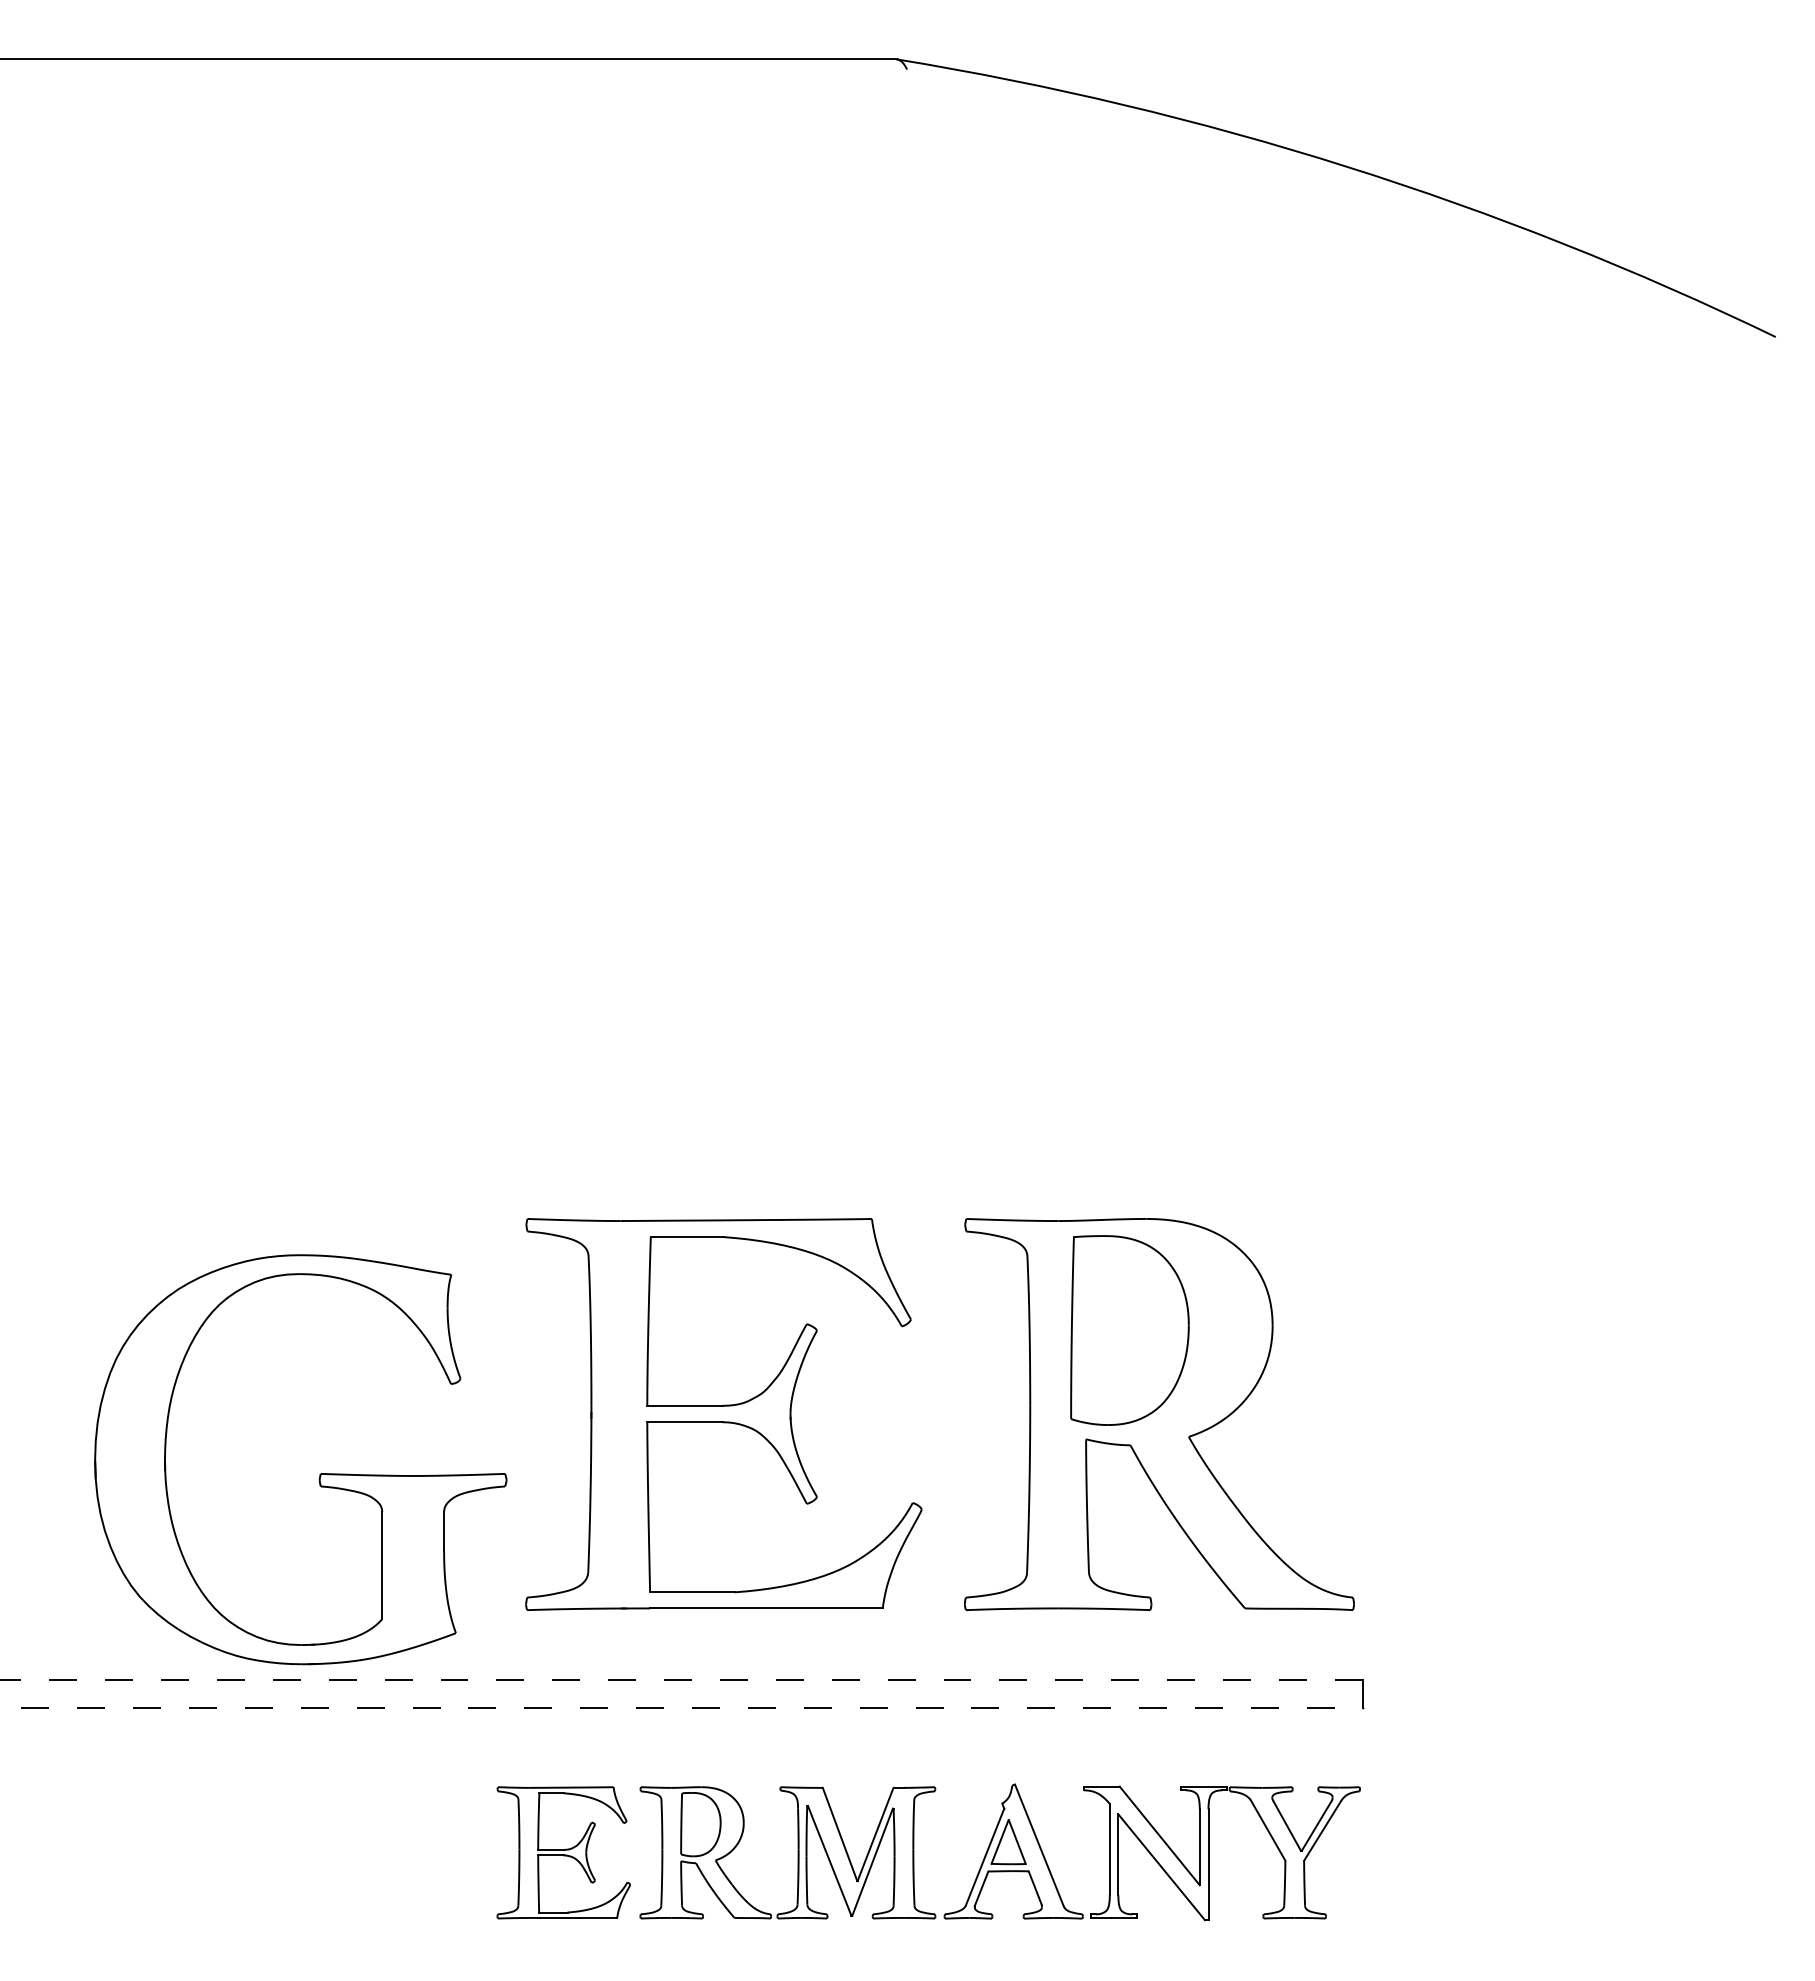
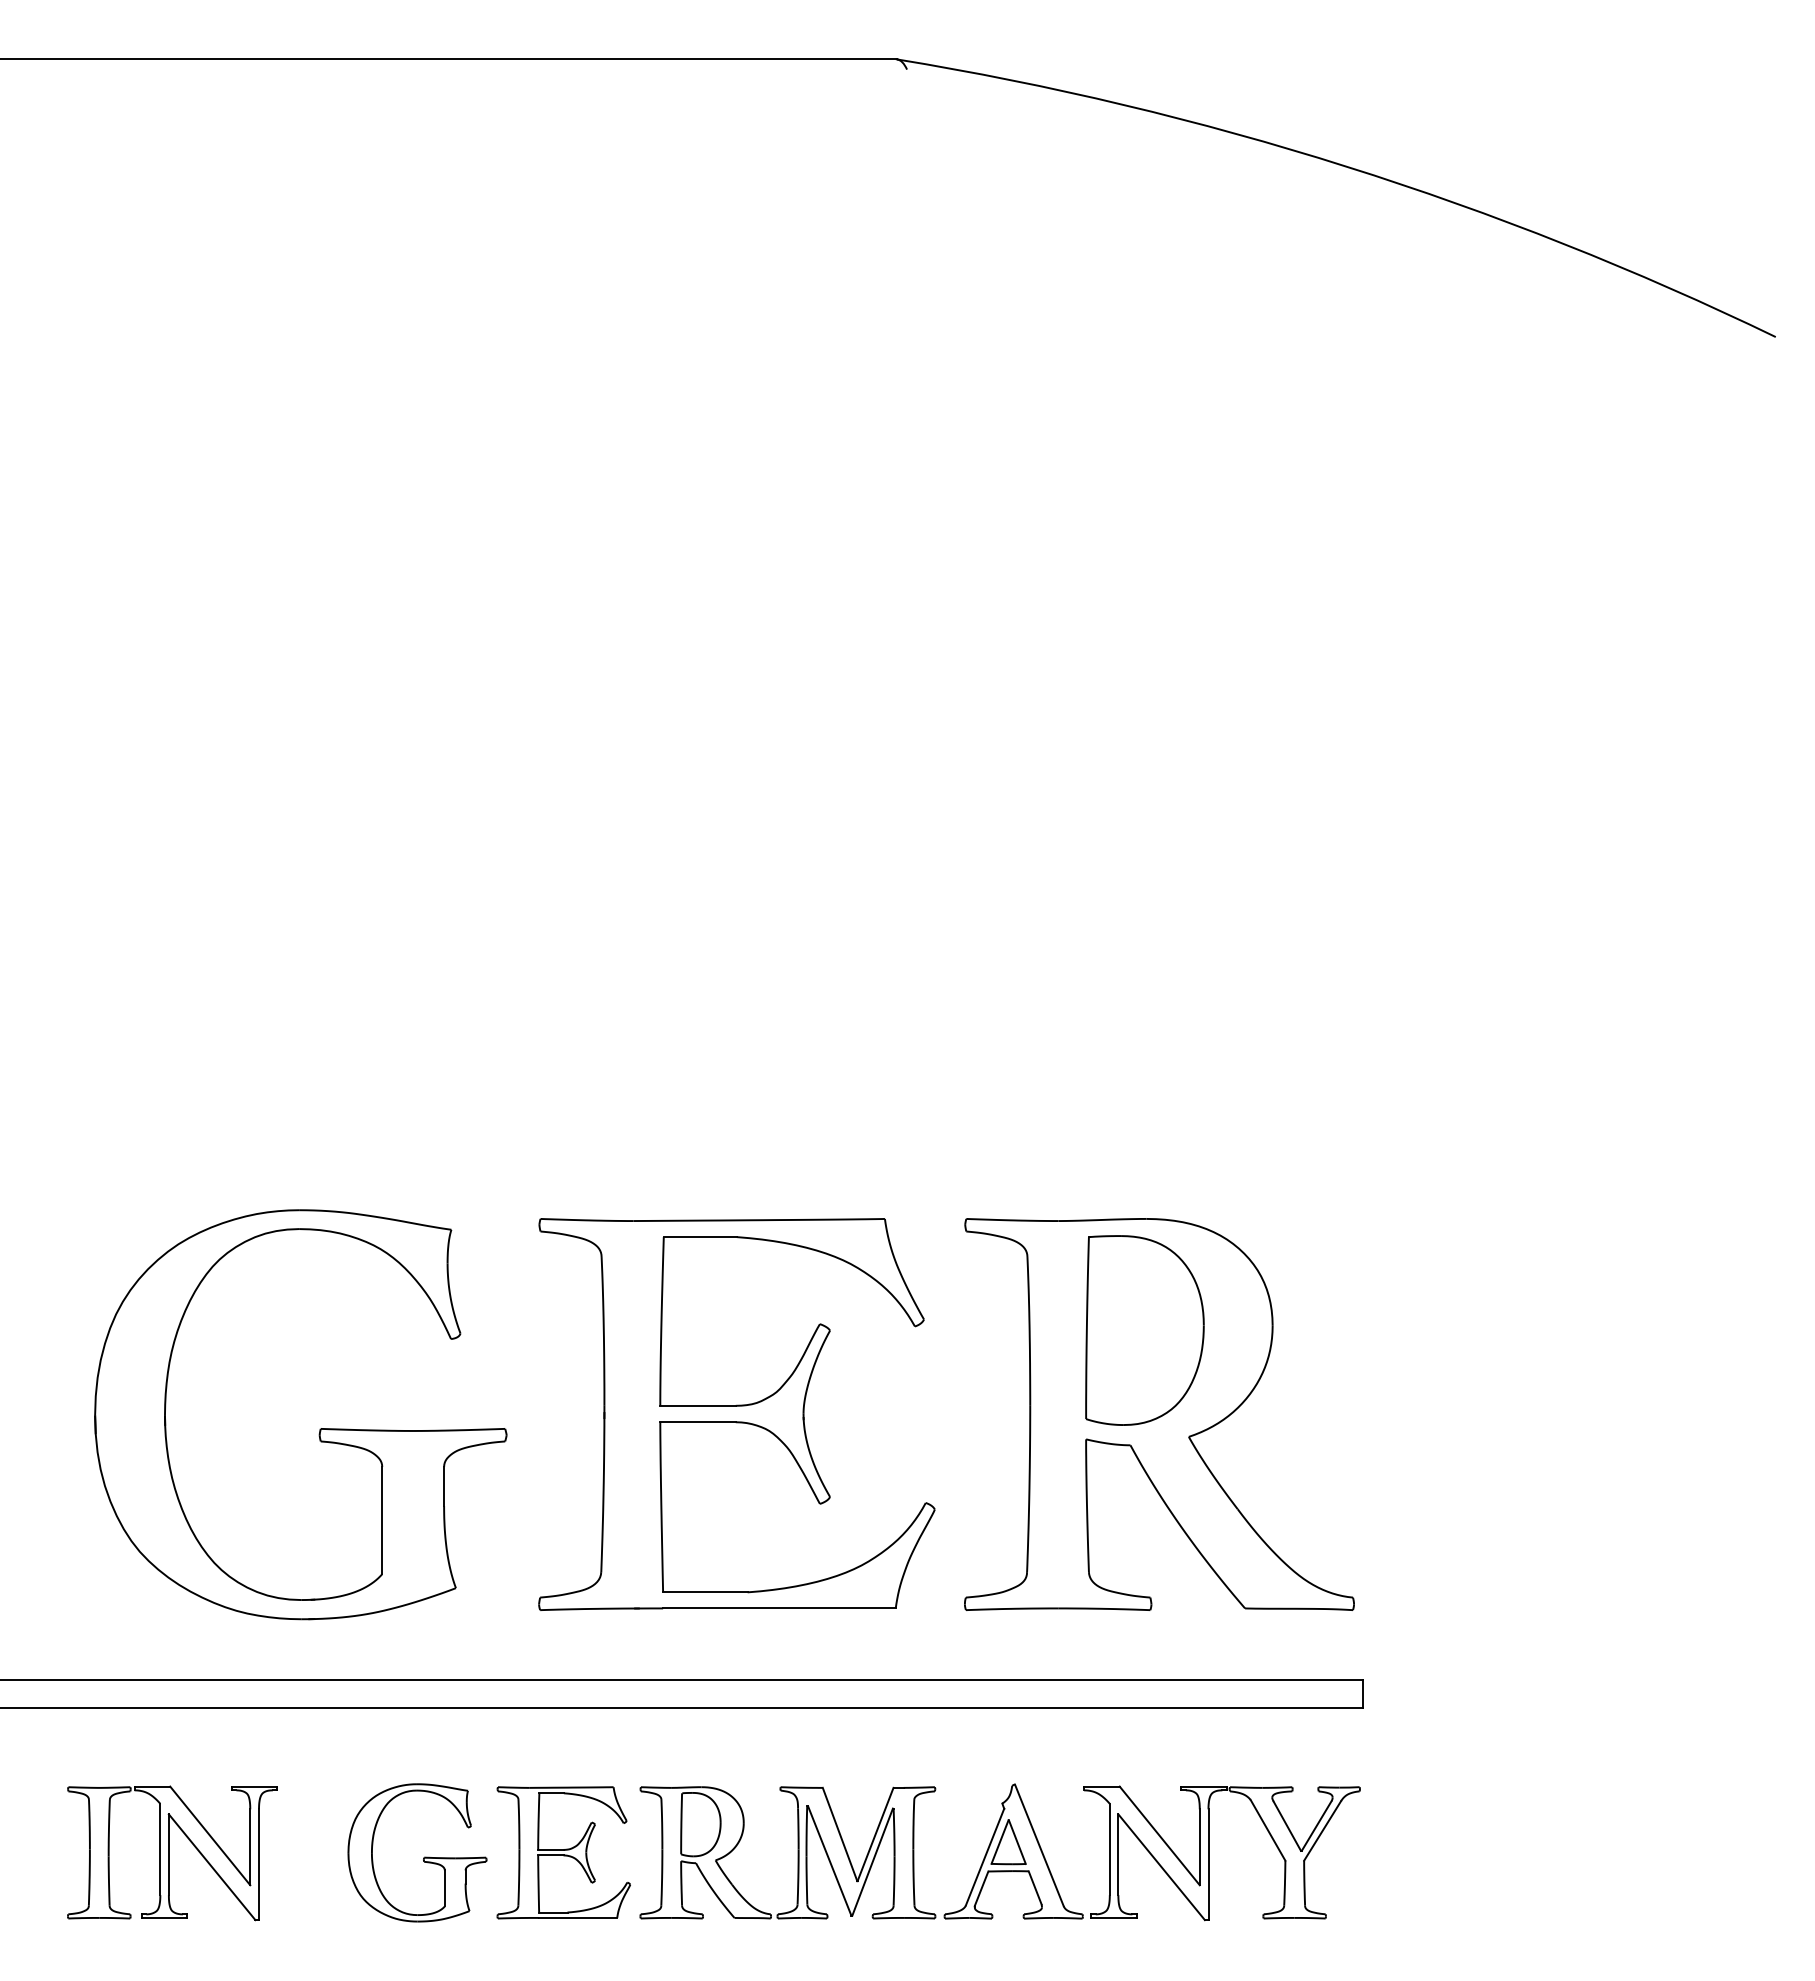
part at (1129, 1330) position: (1129, 1330) -> (1144, 1330)
part at (723, 1414) position: (723, 1414) -> (736, 1414)
part at (319, 1474) position: (319, 1474) -> (319, 1429)
line at (681, 1680): dashed -> solid
line at (682, 1708): dashed -> solid
part at (172, 1853): none -> present
part at (423, 1857): none -> present
